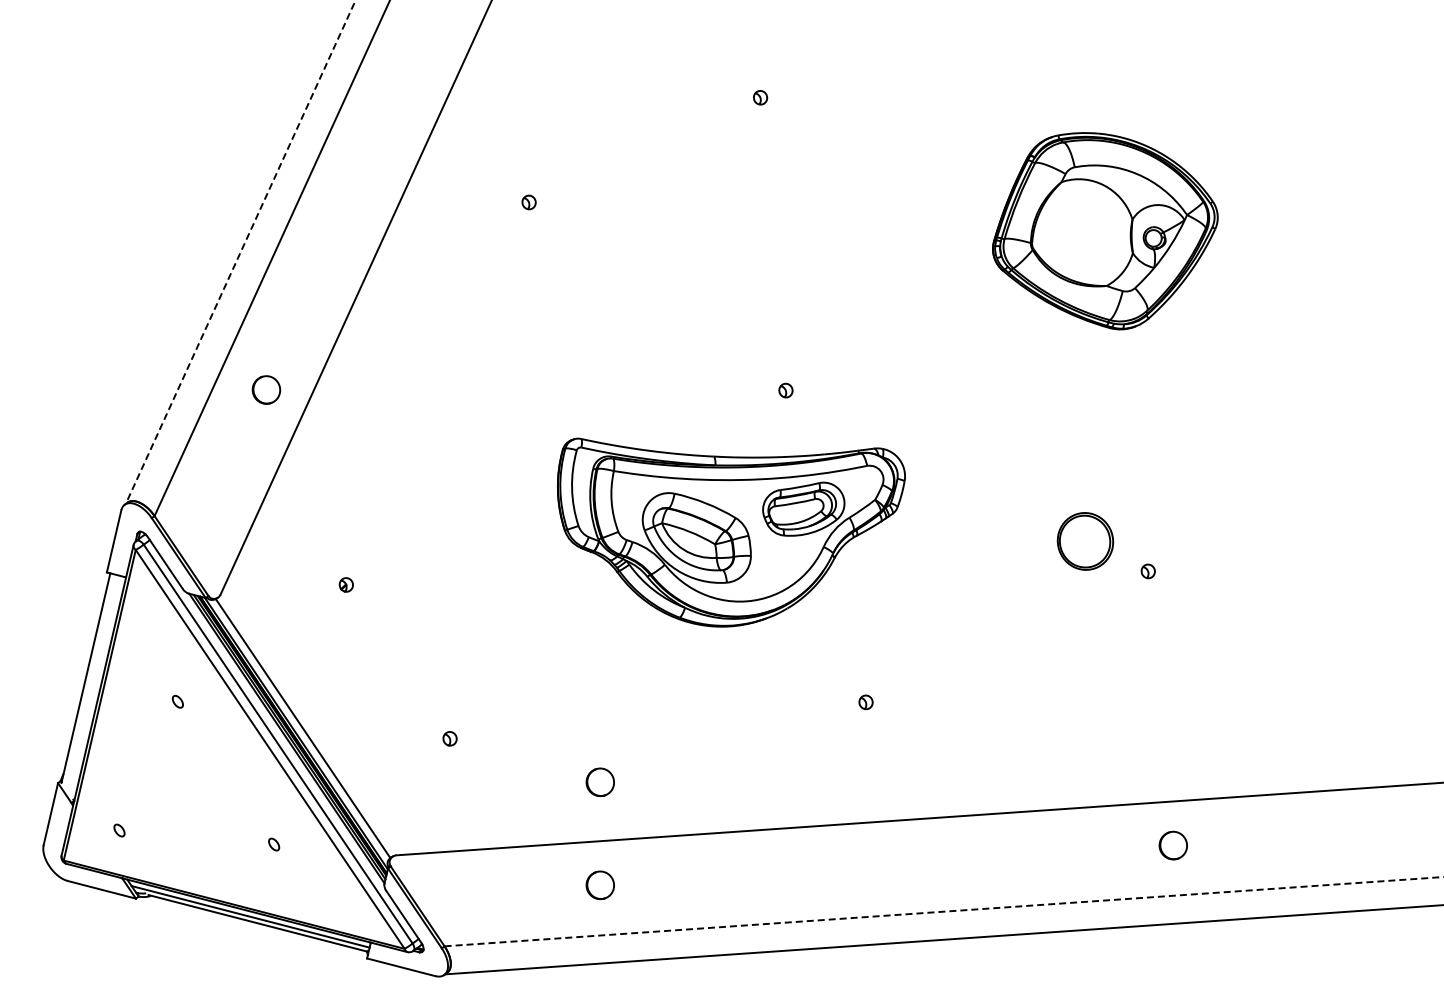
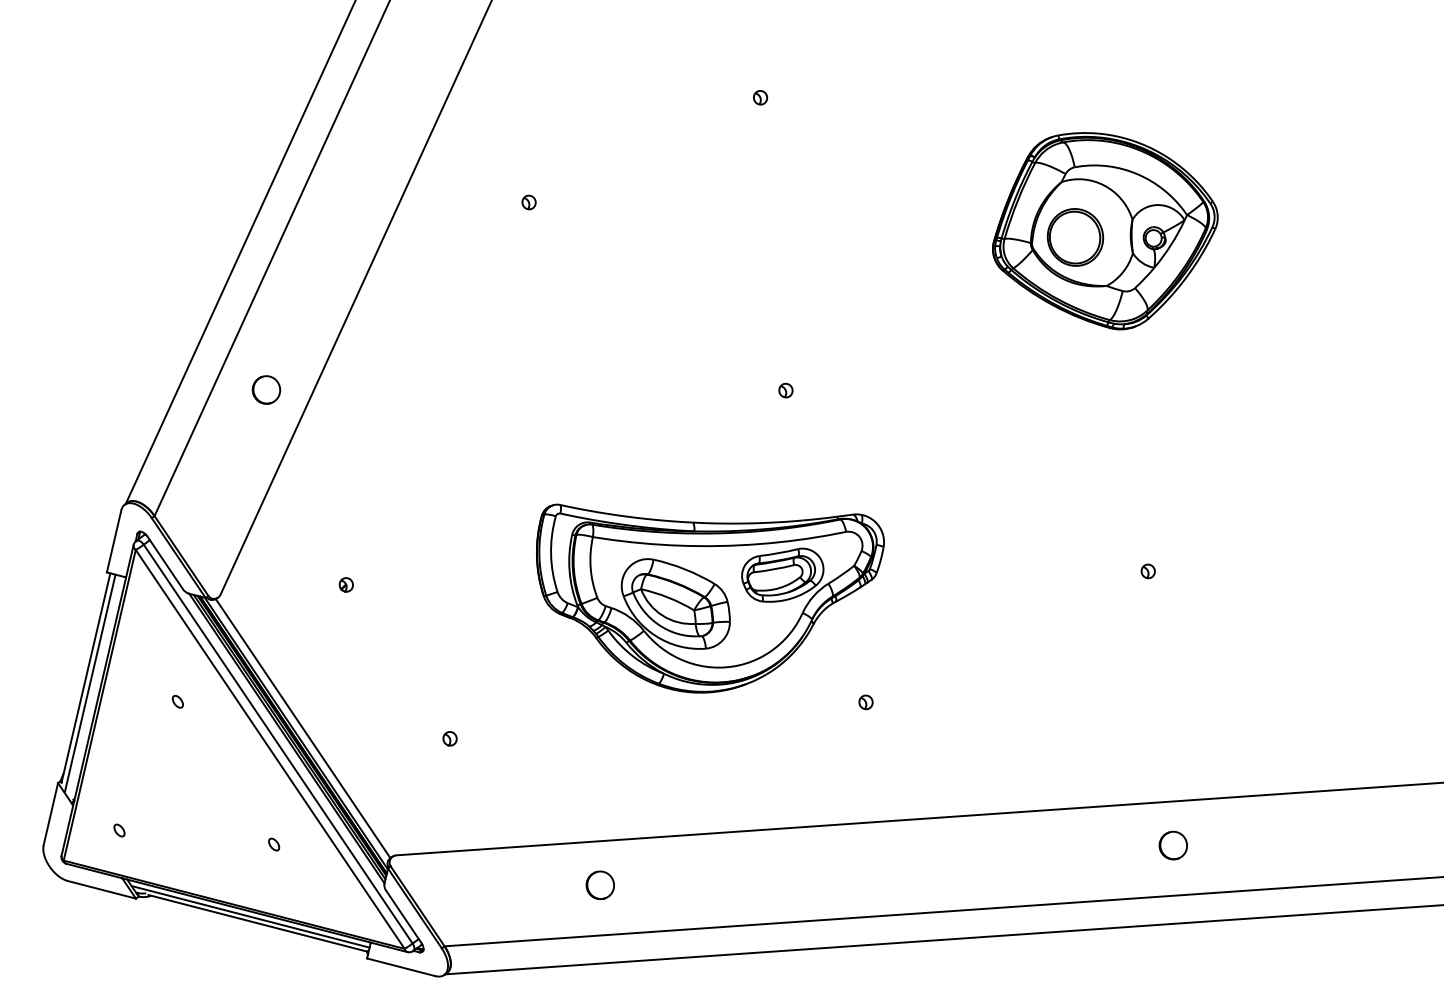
line at (240, 252): dashed -> solid
part at (731, 532) position: (731, 532) -> (710, 598)
part at (1085, 541) position: (1085, 541) -> (1075, 237)
line at (89, 683): none -> present
part at (599, 782): present -> none
line at (944, 911): dashed -> solid
